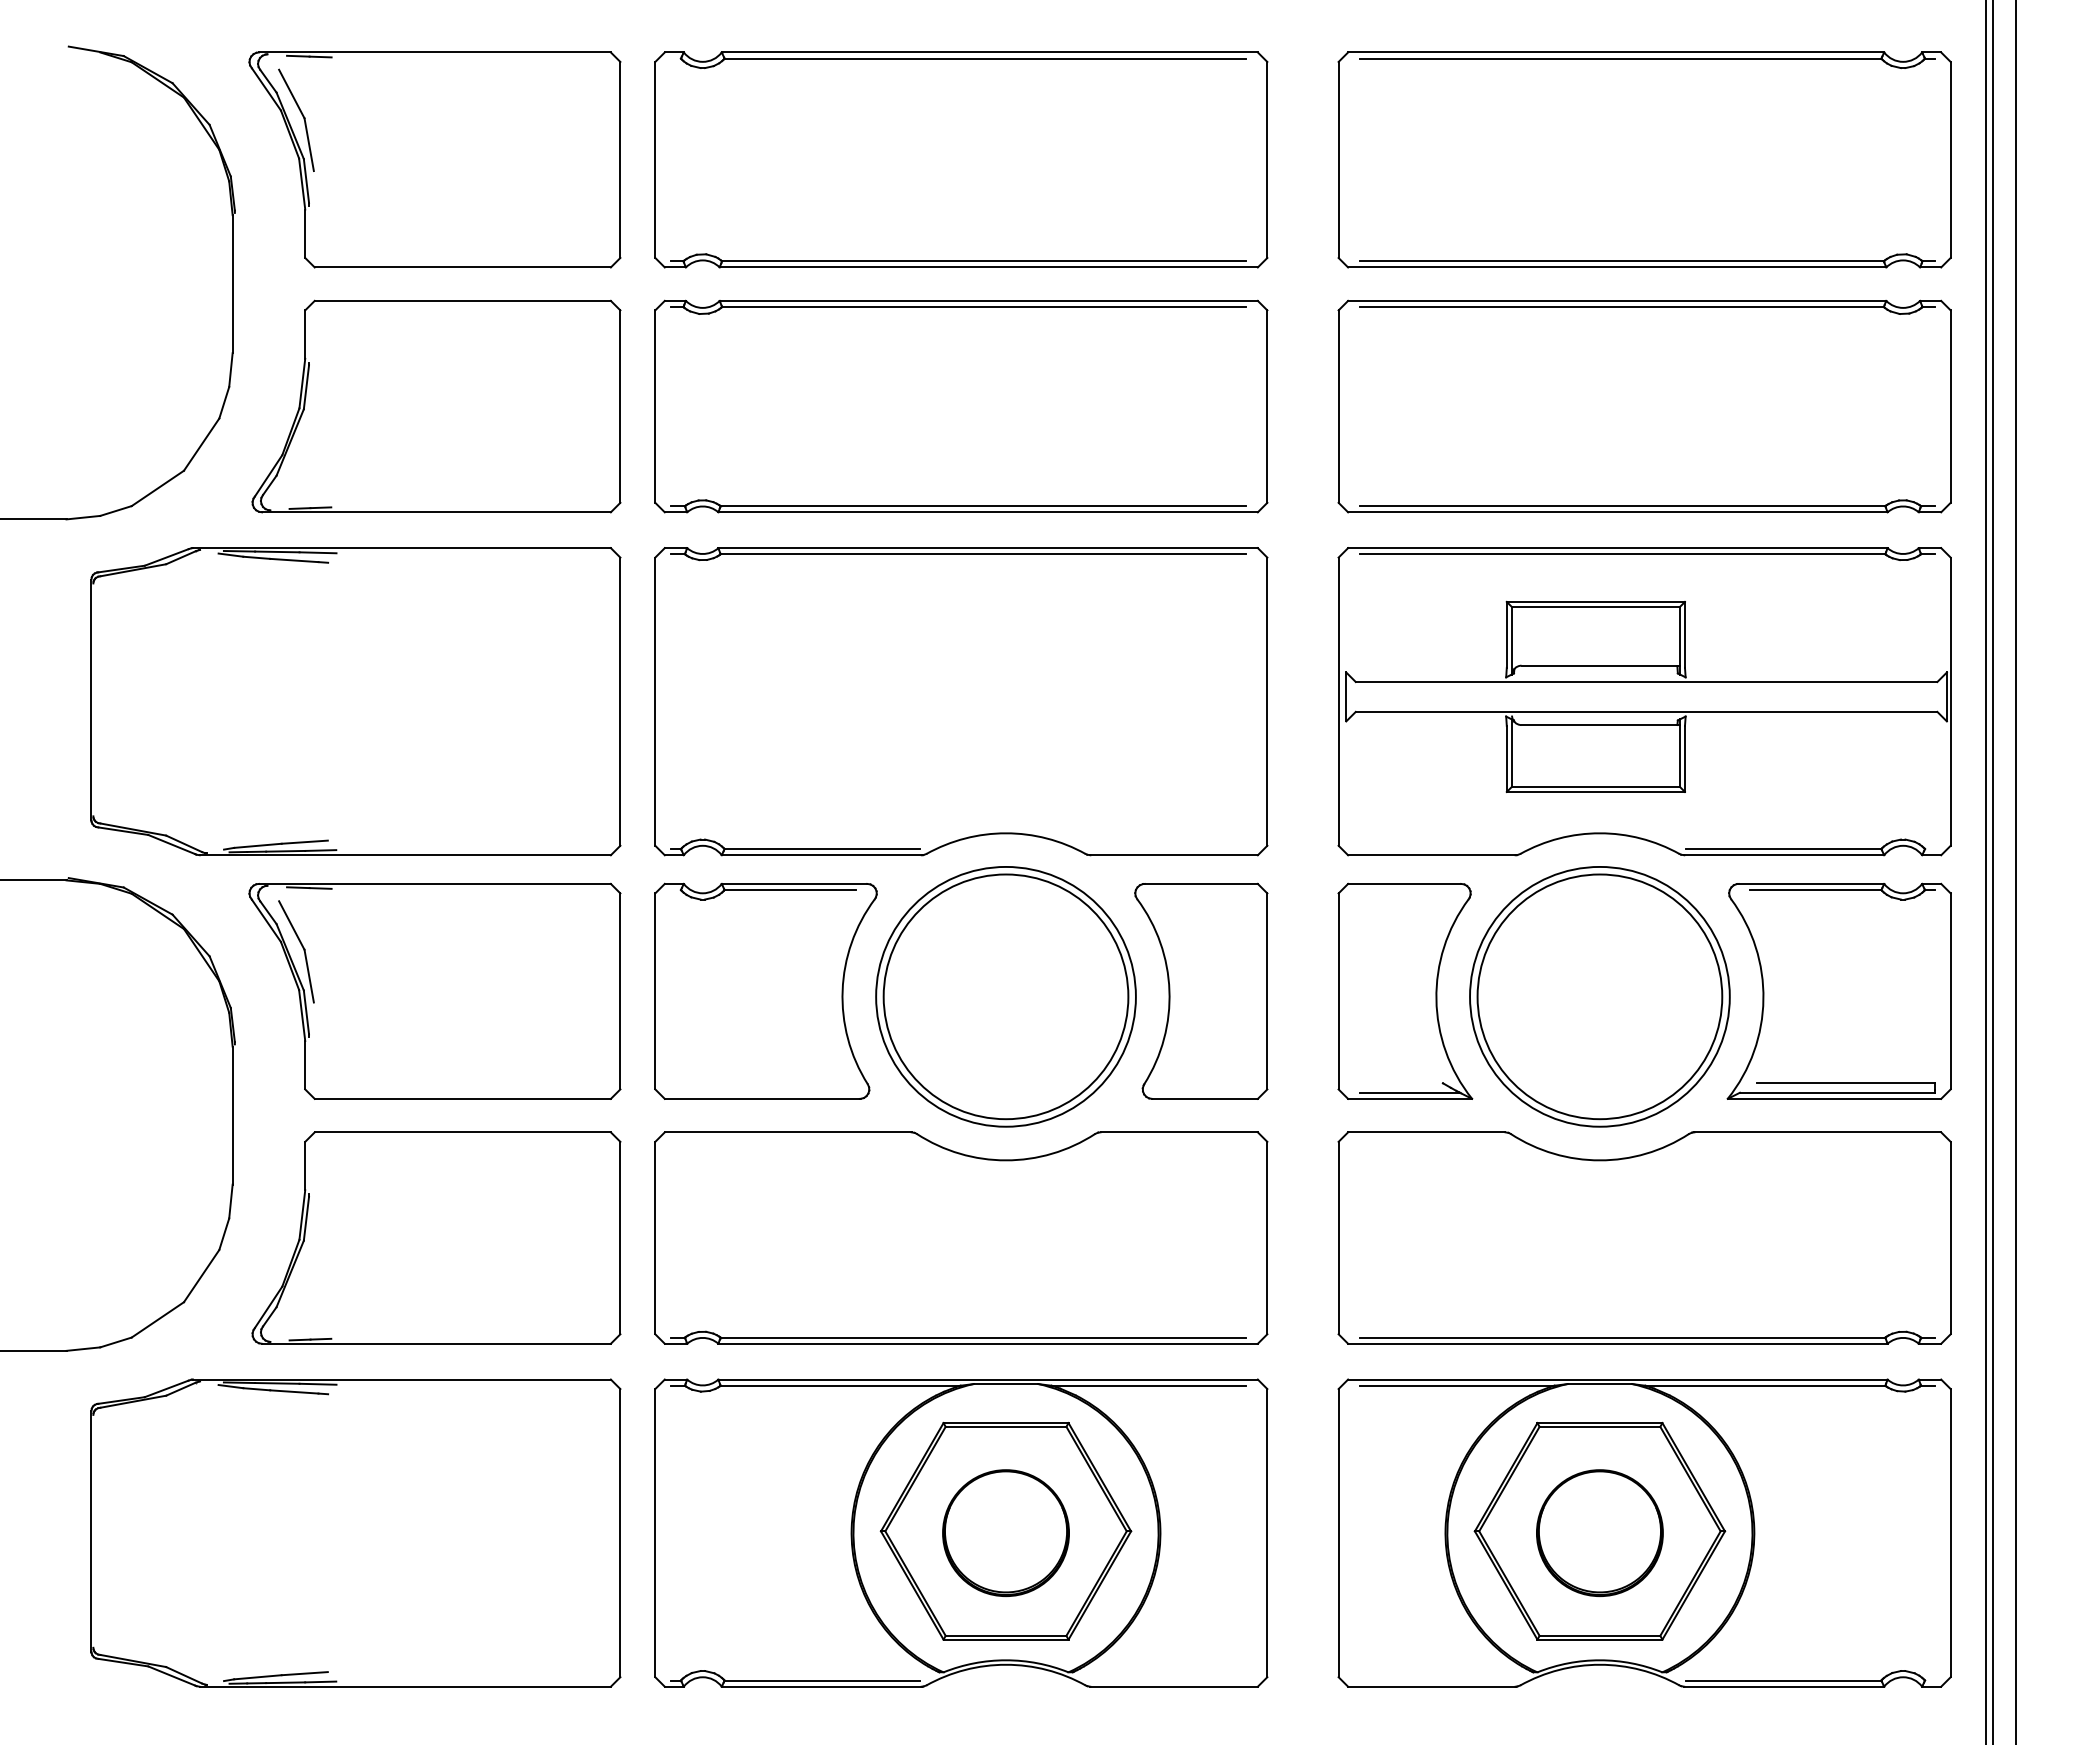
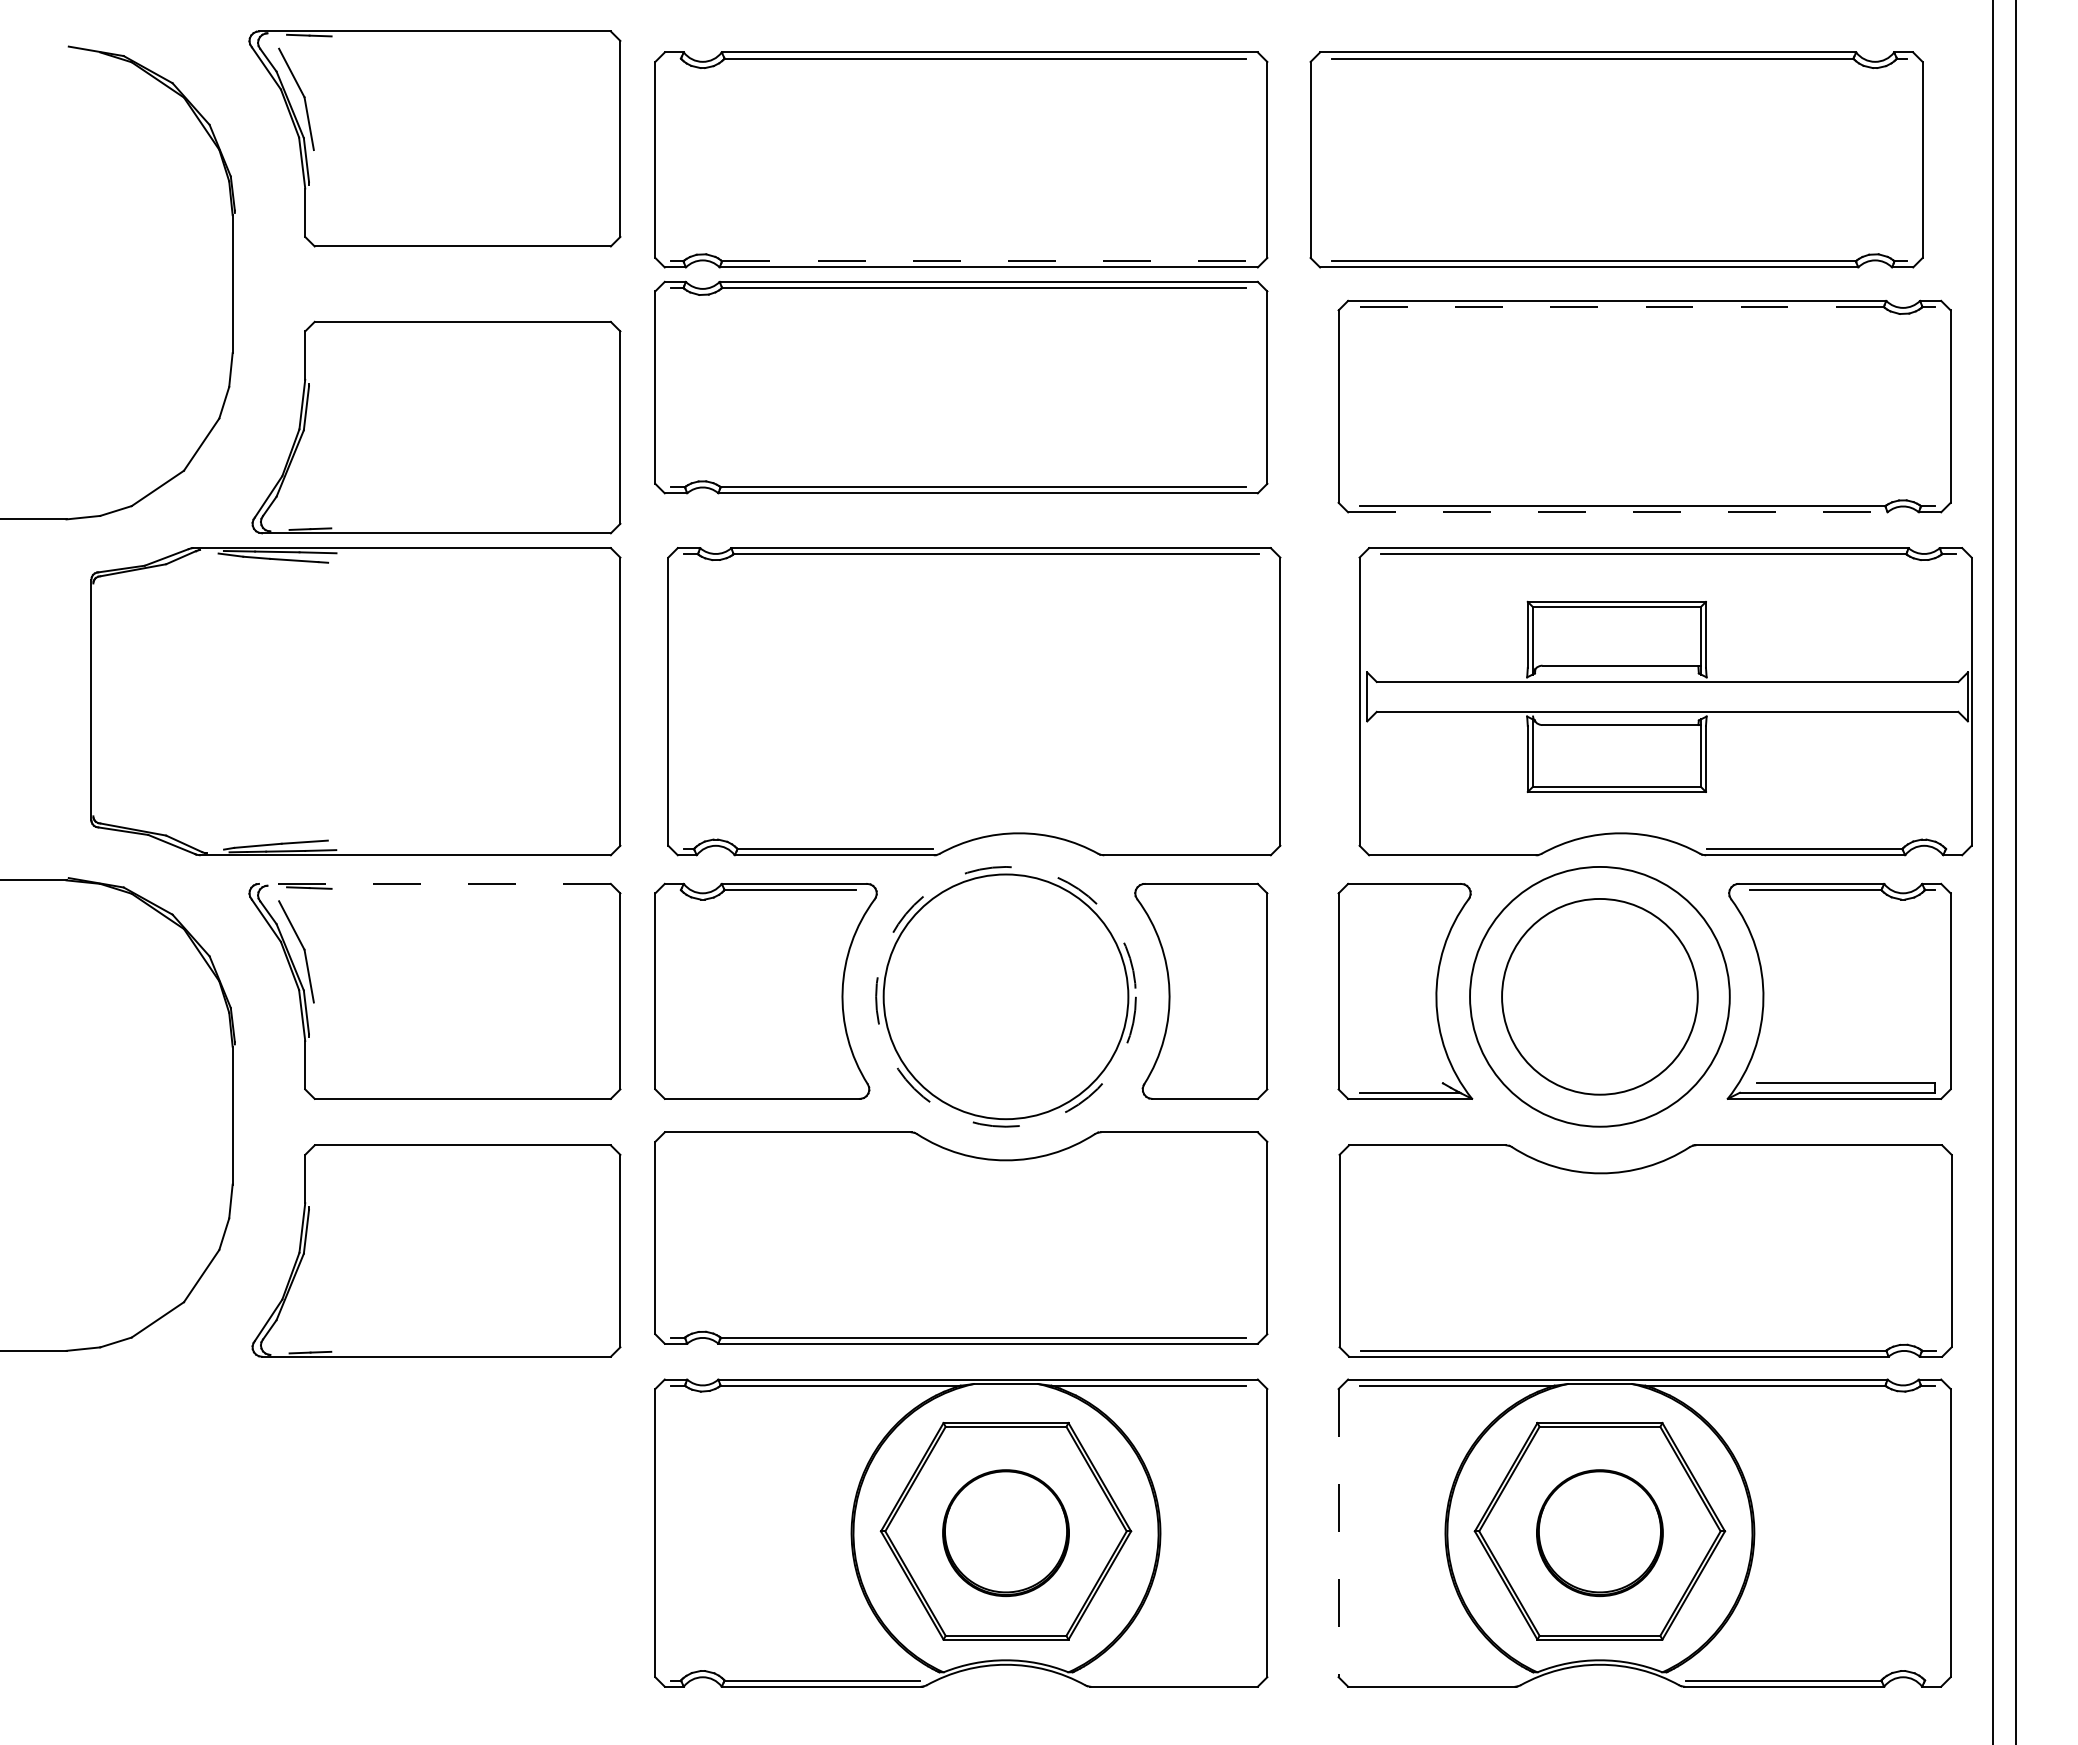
part at (434, 159) position: (434, 159) -> (434, 138)
part at (1644, 159) position: (1644, 159) -> (1616, 159)
line at (983, 261): solid -> dashed
line at (1622, 307): solid -> dashed
part at (436, 406) position: (436, 406) -> (436, 427)
part at (961, 406) position: (961, 406) -> (961, 387)
line at (1617, 512): solid -> dashed
part at (961, 701) position: (961, 701) -> (974, 701)
part at (1644, 701) position: (1644, 701) -> (1665, 701)
line at (1985, 871): present -> none
line at (434, 883): solid -> dashed
circle at (1005, 996): solid -> dashed
circle at (1599, 996) diameter: 245 px -> 196 px
part at (436, 1237) position: (436, 1237) -> (436, 1250)
part at (1644, 1237) position: (1644, 1237) -> (1645, 1250)
part at (355, 1532): present -> none
line at (1338, 1533): solid -> dashed
